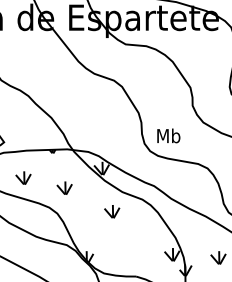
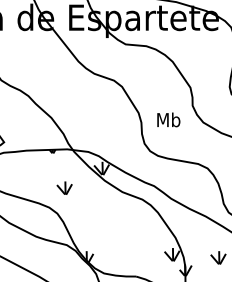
text at (168, 135) position: (168, 135) -> (168, 119)
part at (23, 177): present -> none
part at (112, 211): present -> none
